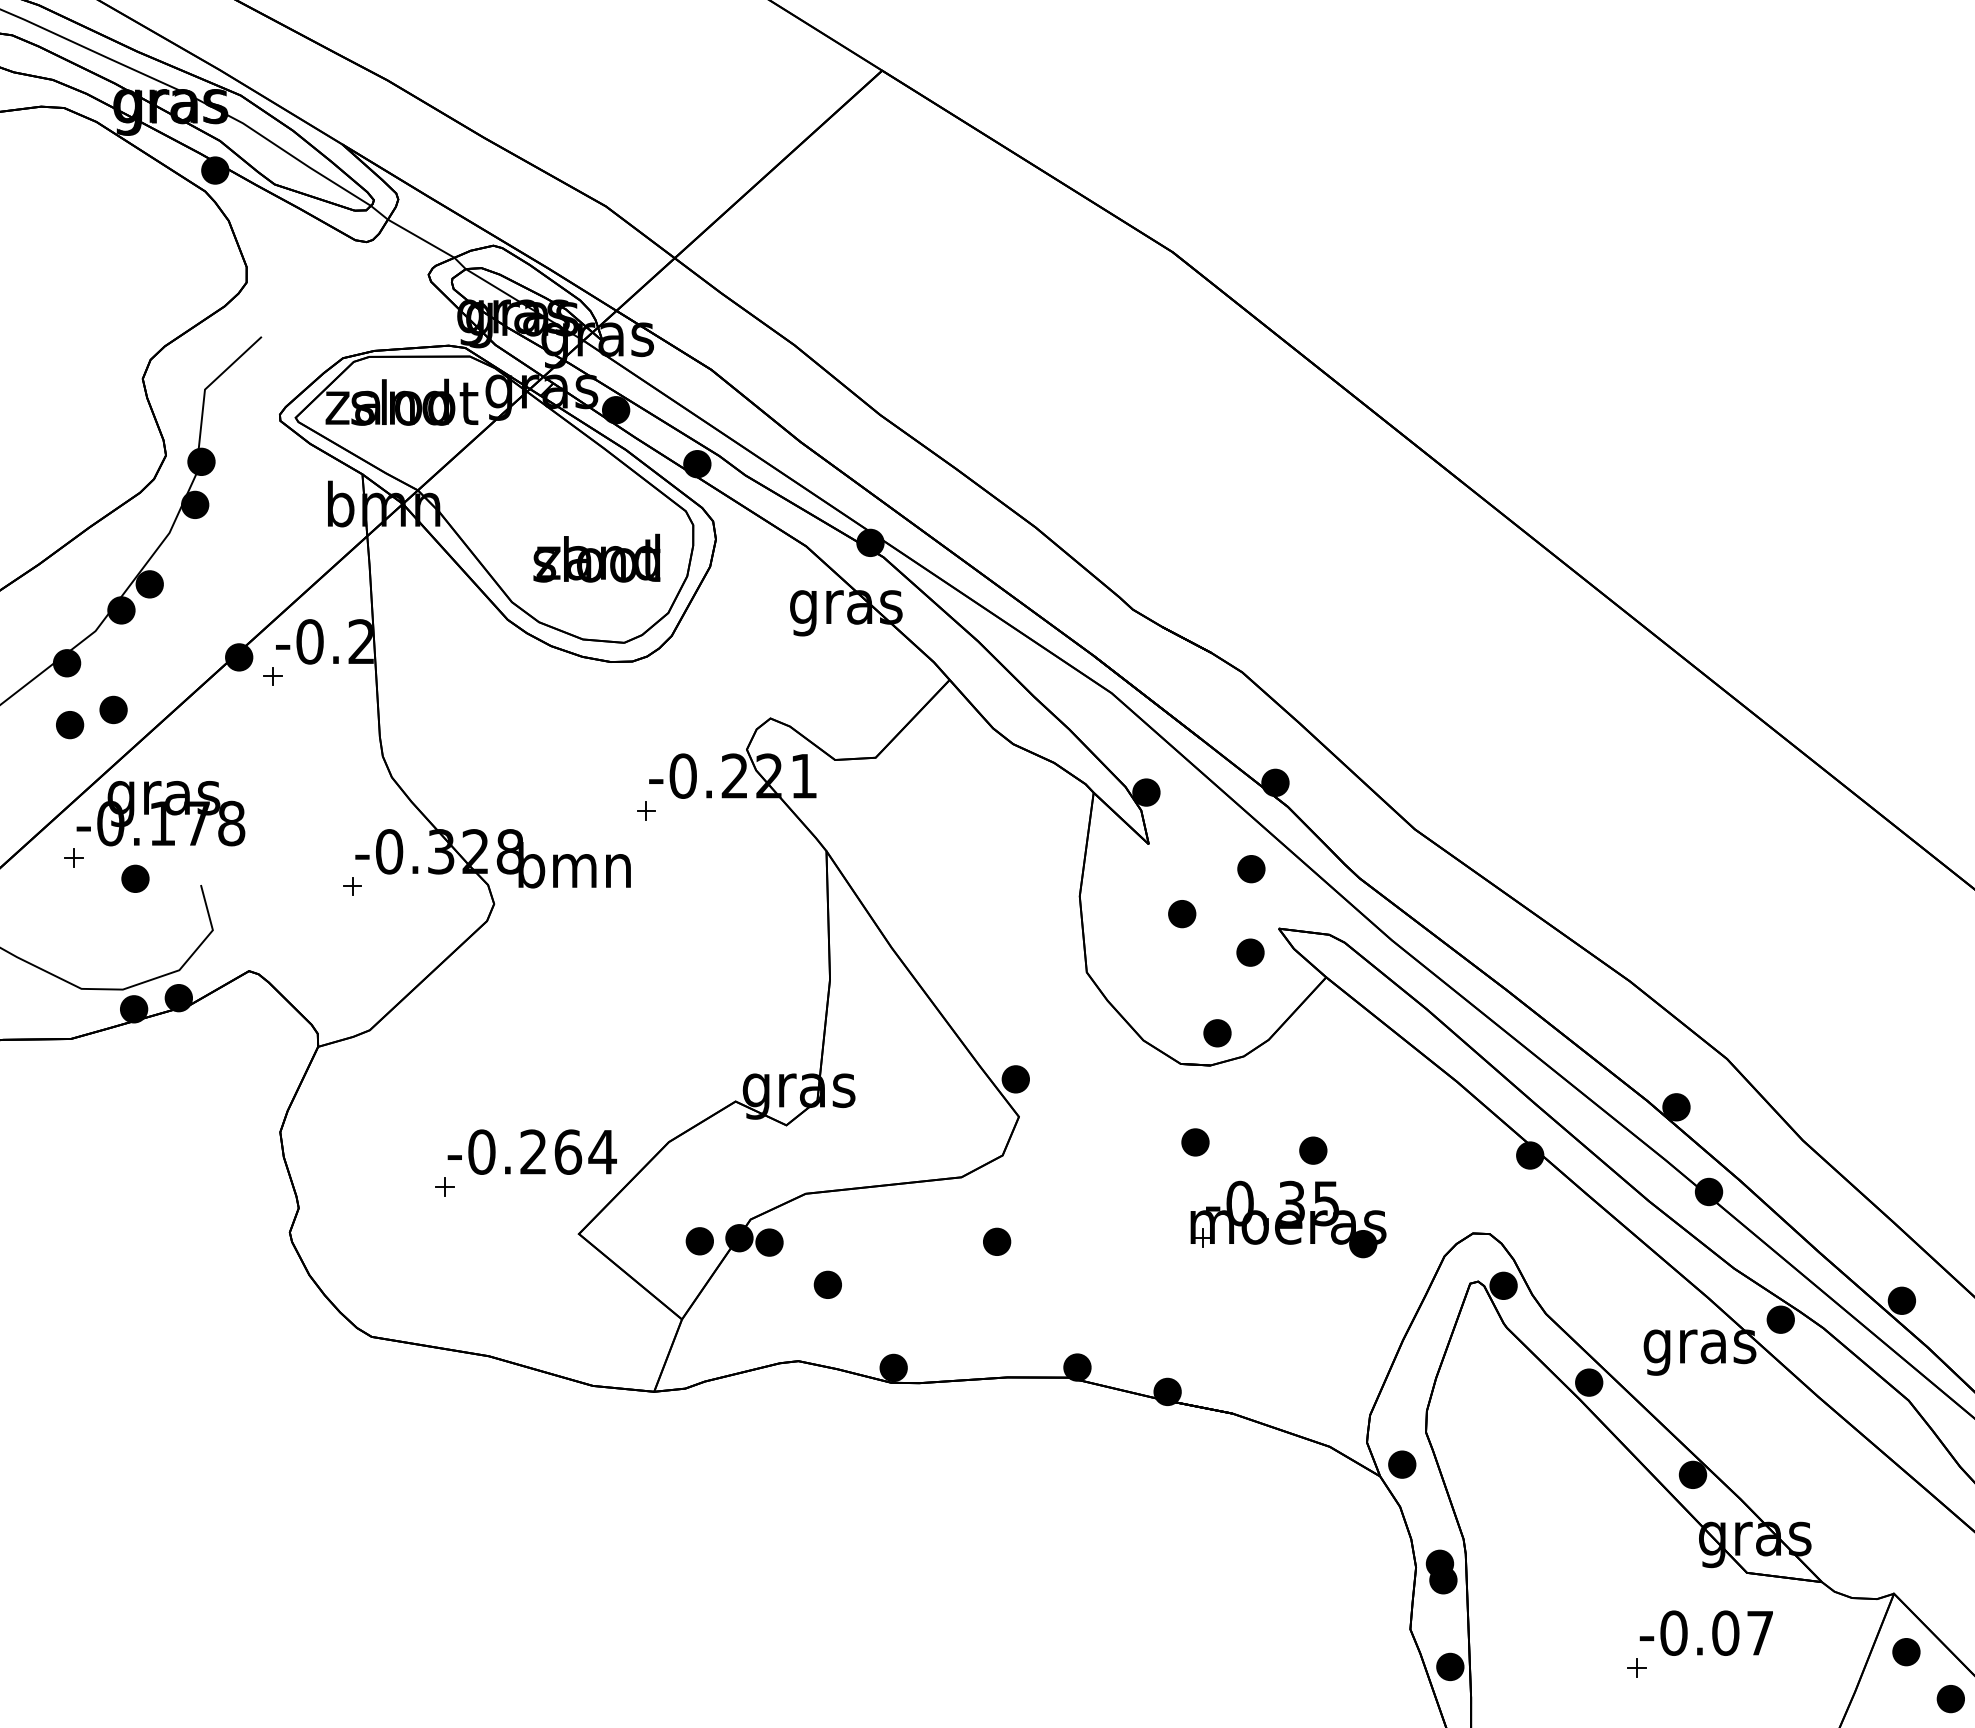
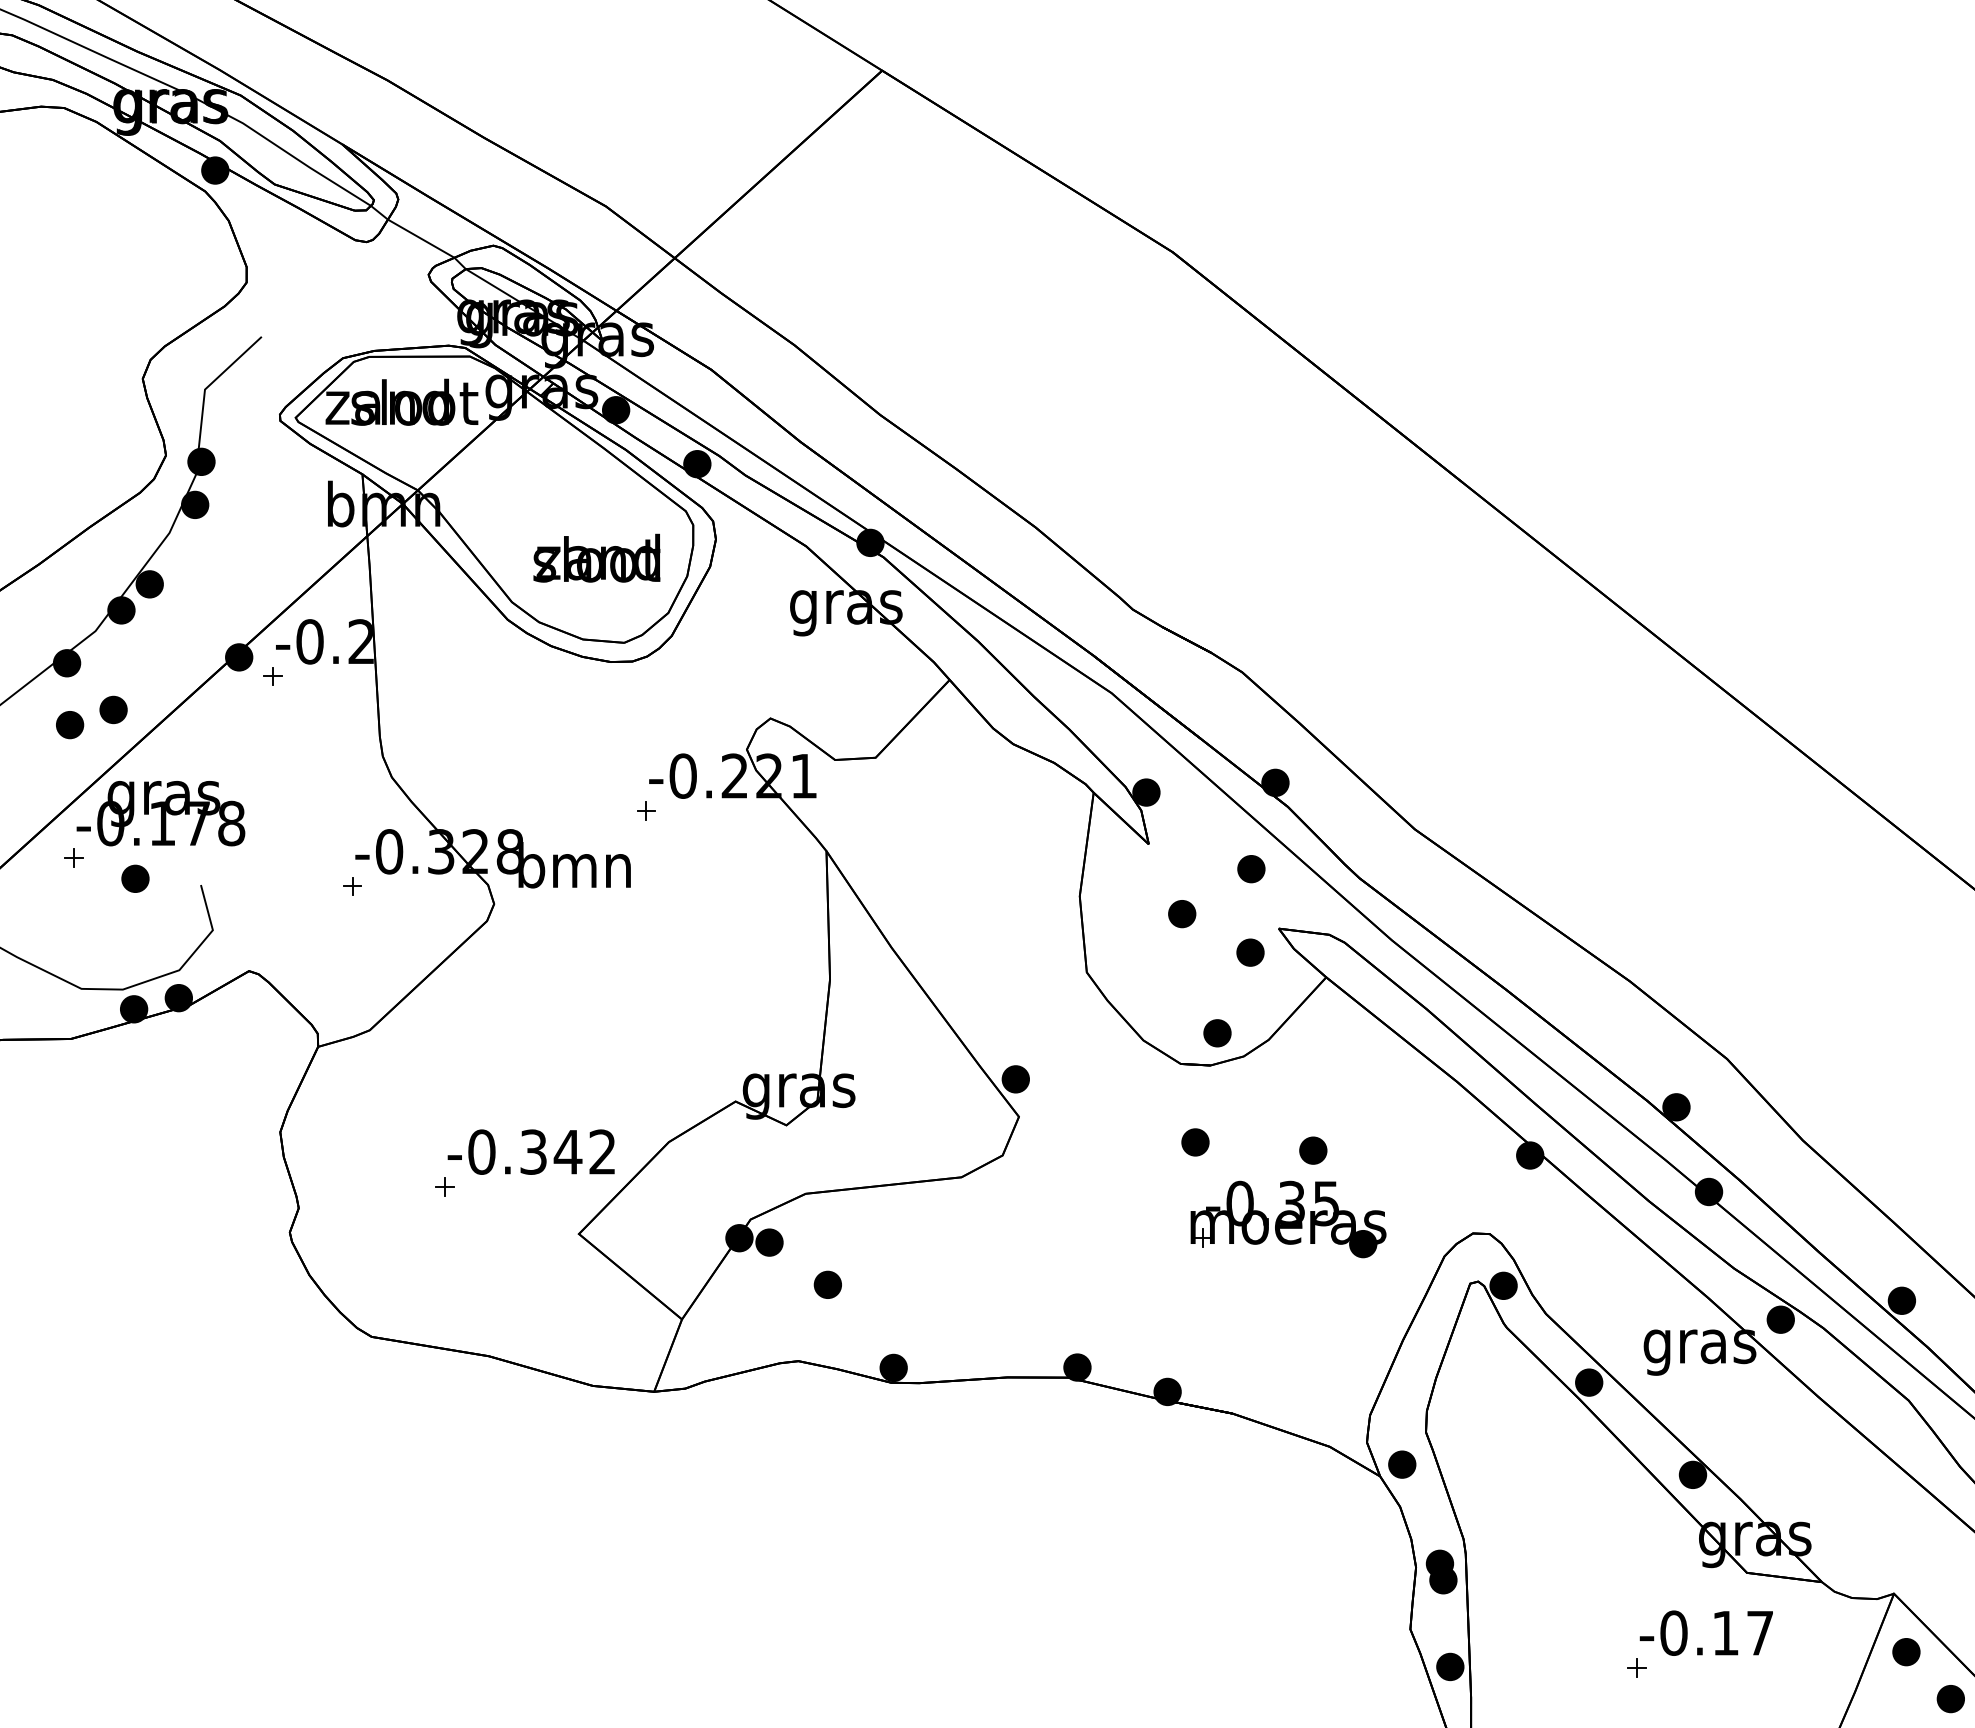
text at (568, 1151): -0.264 -> -0.342
part at (699, 1241): present -> none
part at (997, 1241): present -> none
text at (1725, 1632): -0.07 -> -0.17
